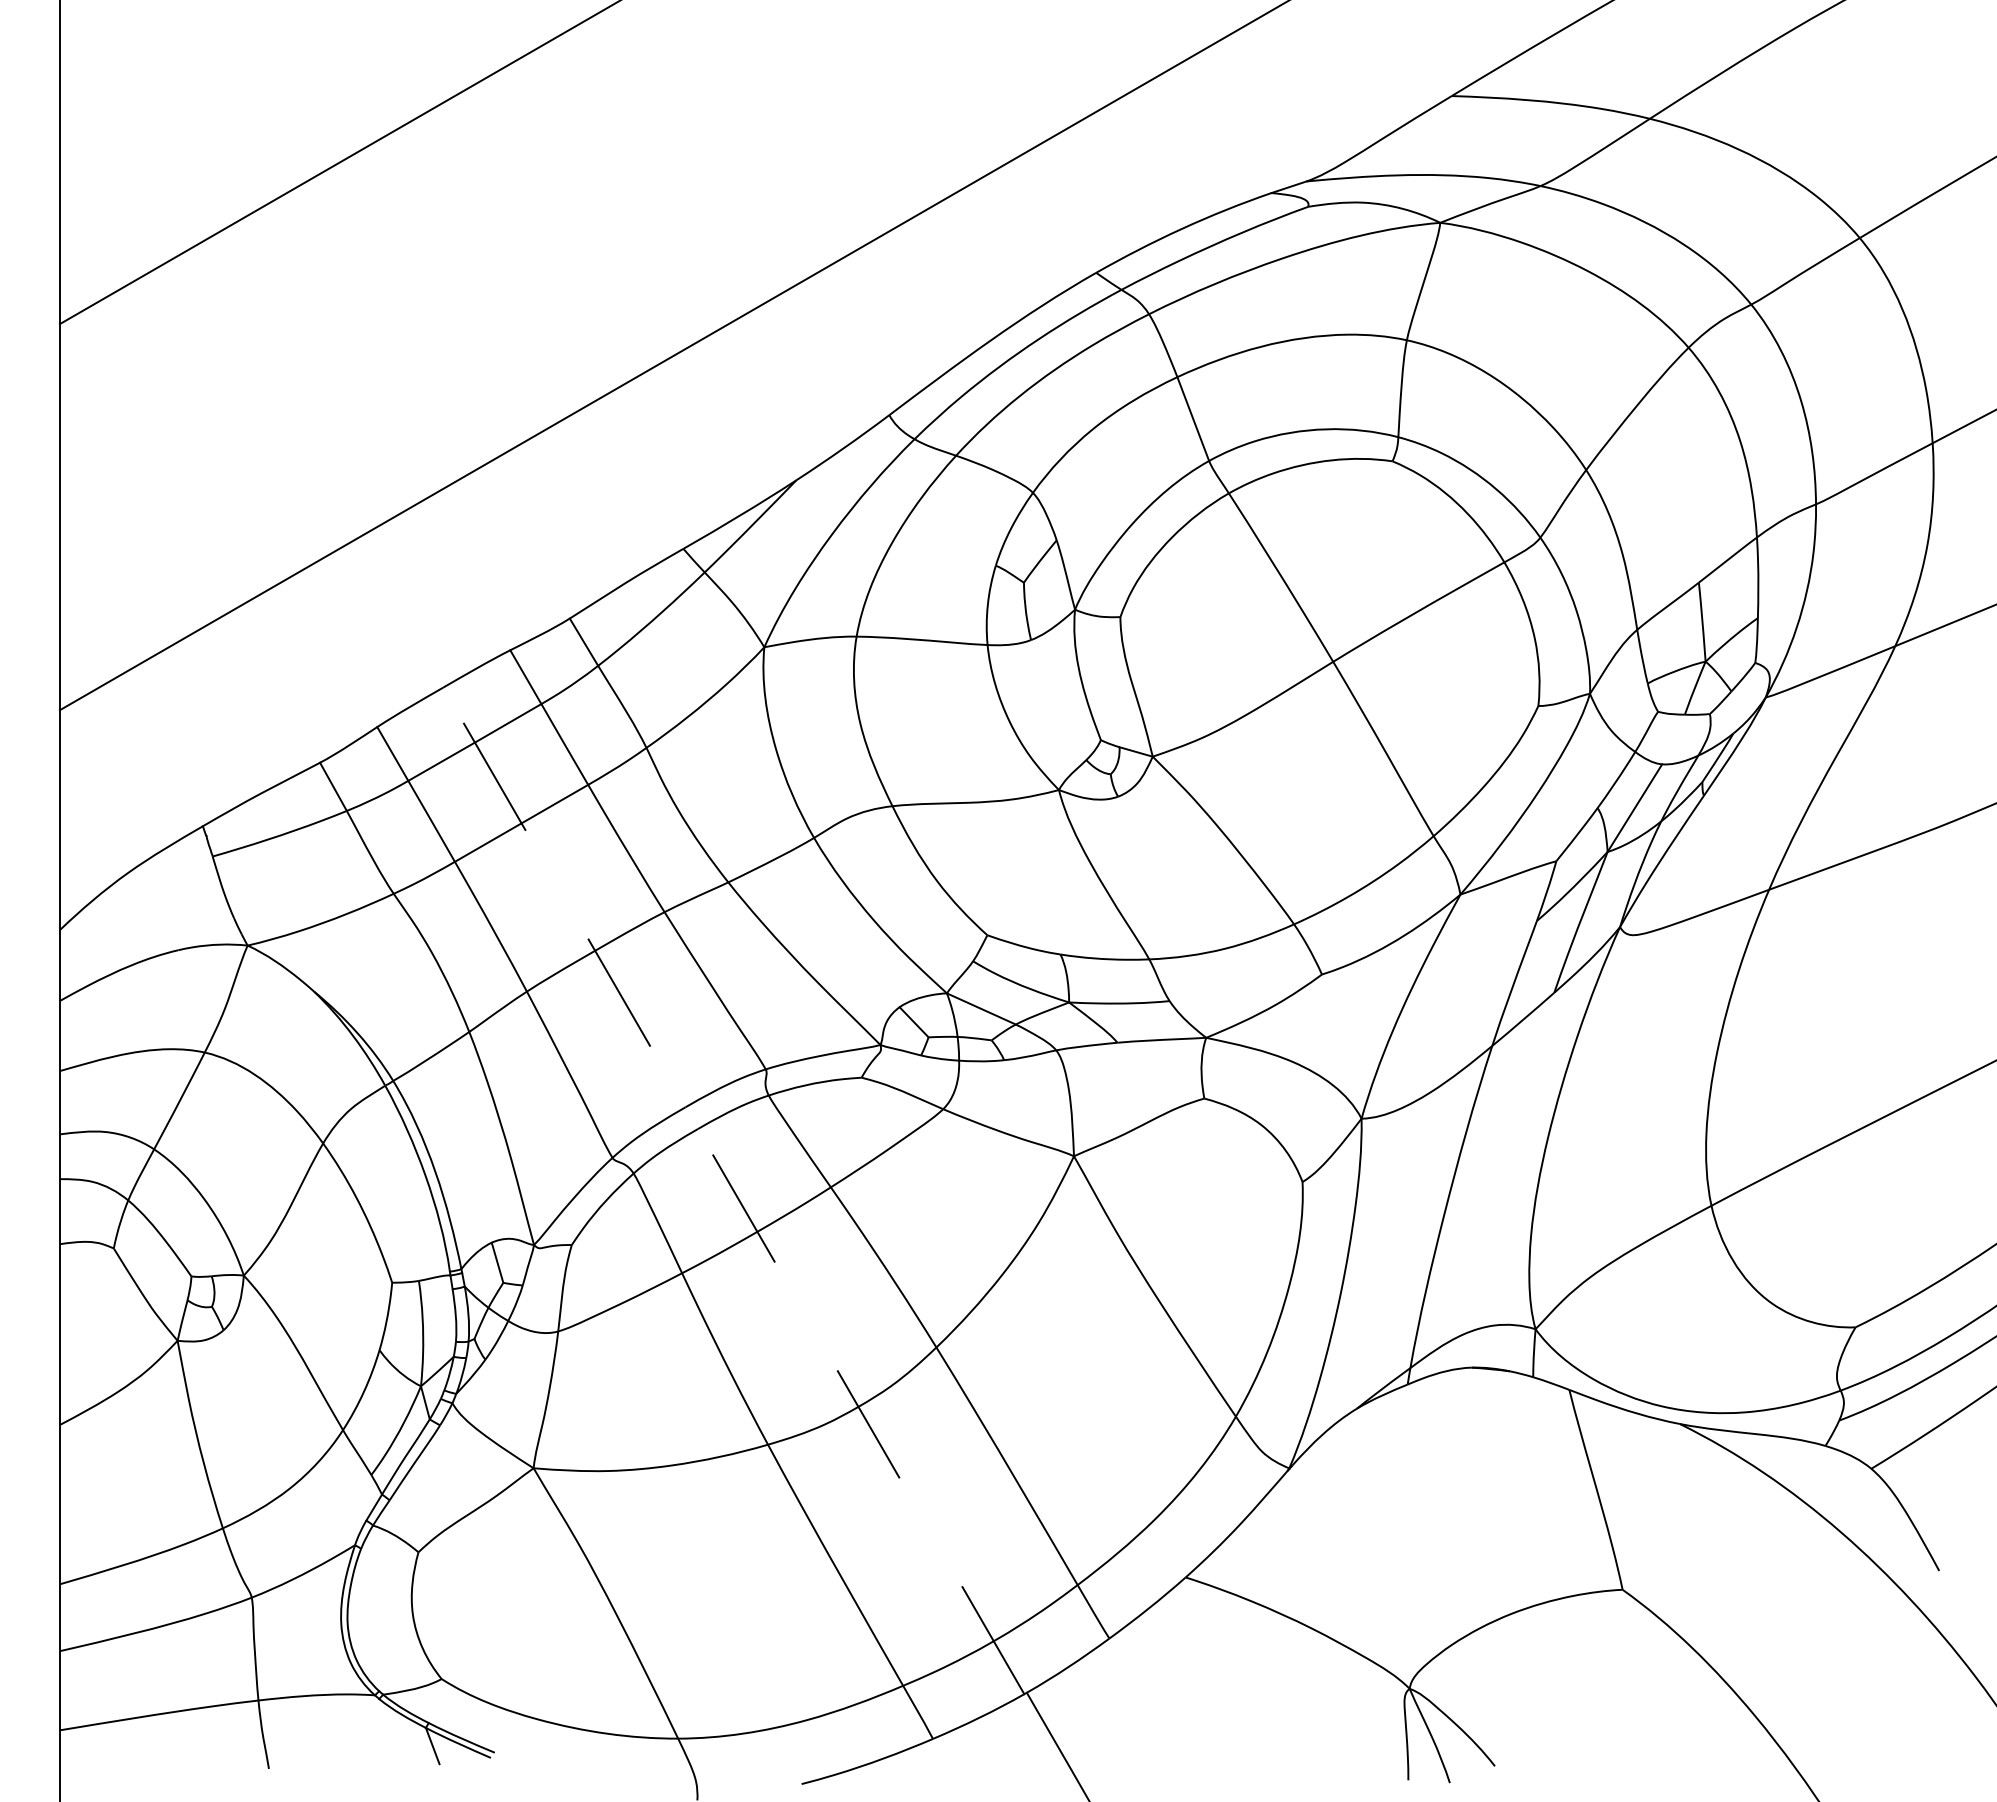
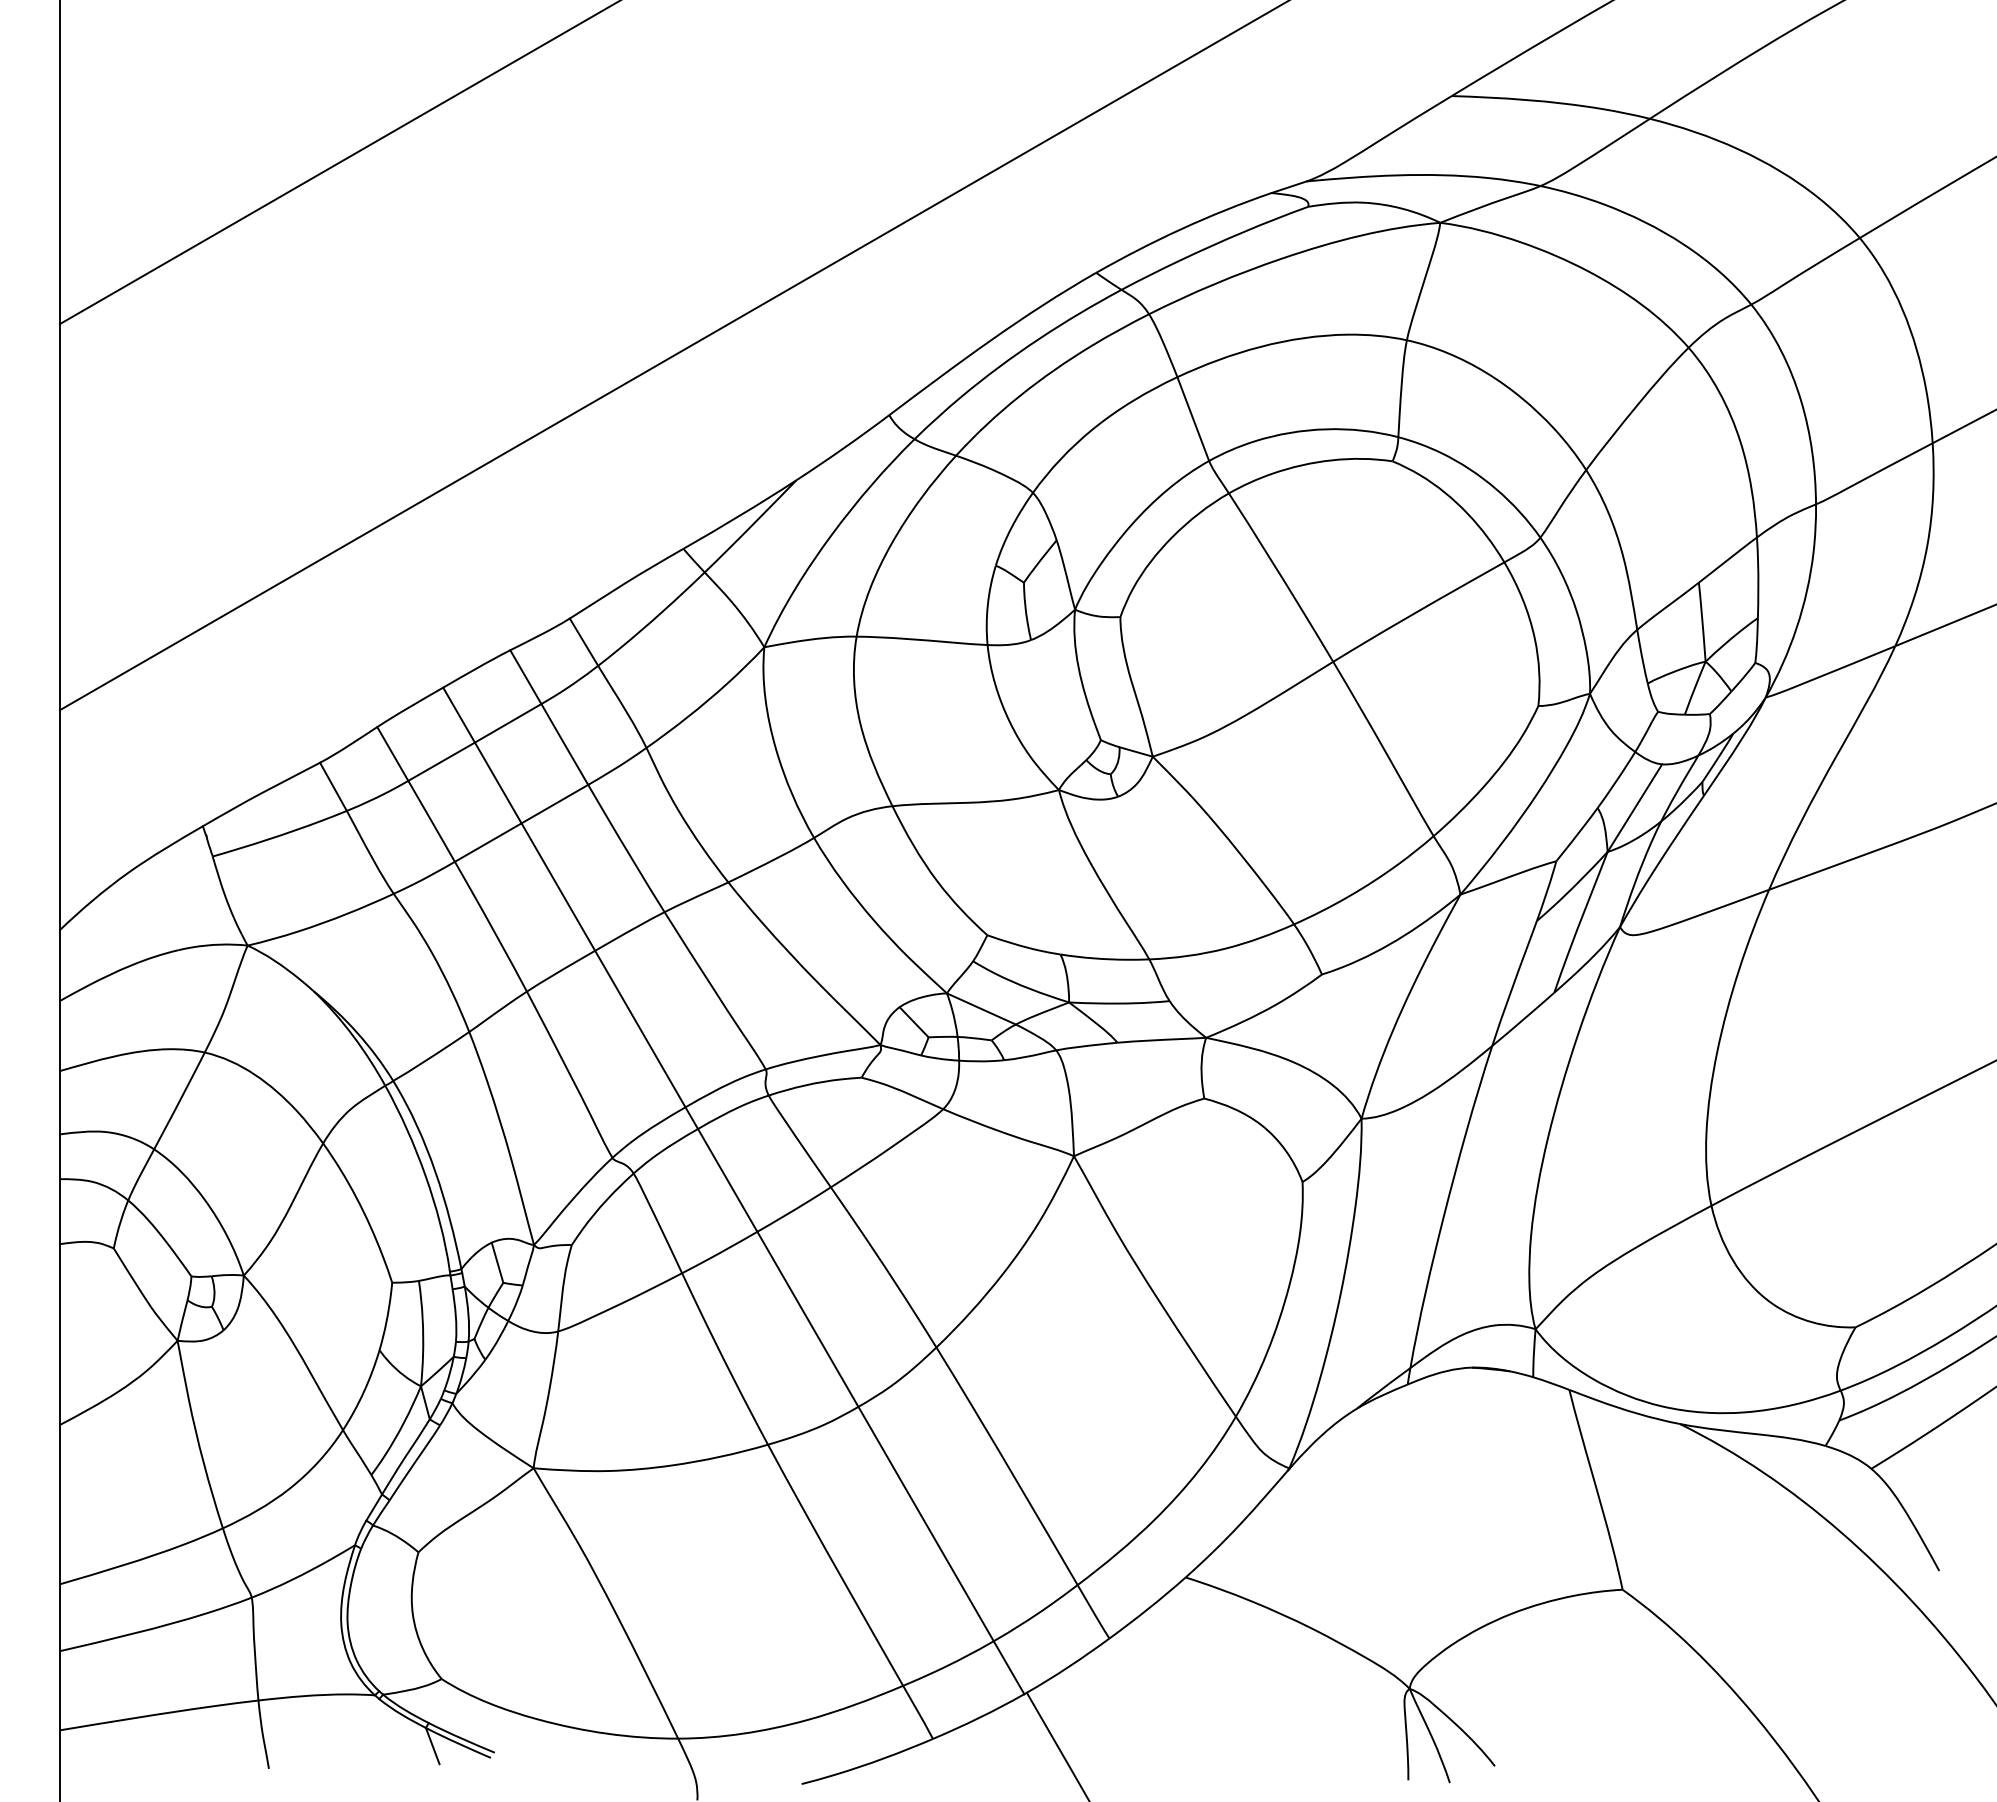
line at (733, 1190): dashed -> solid
